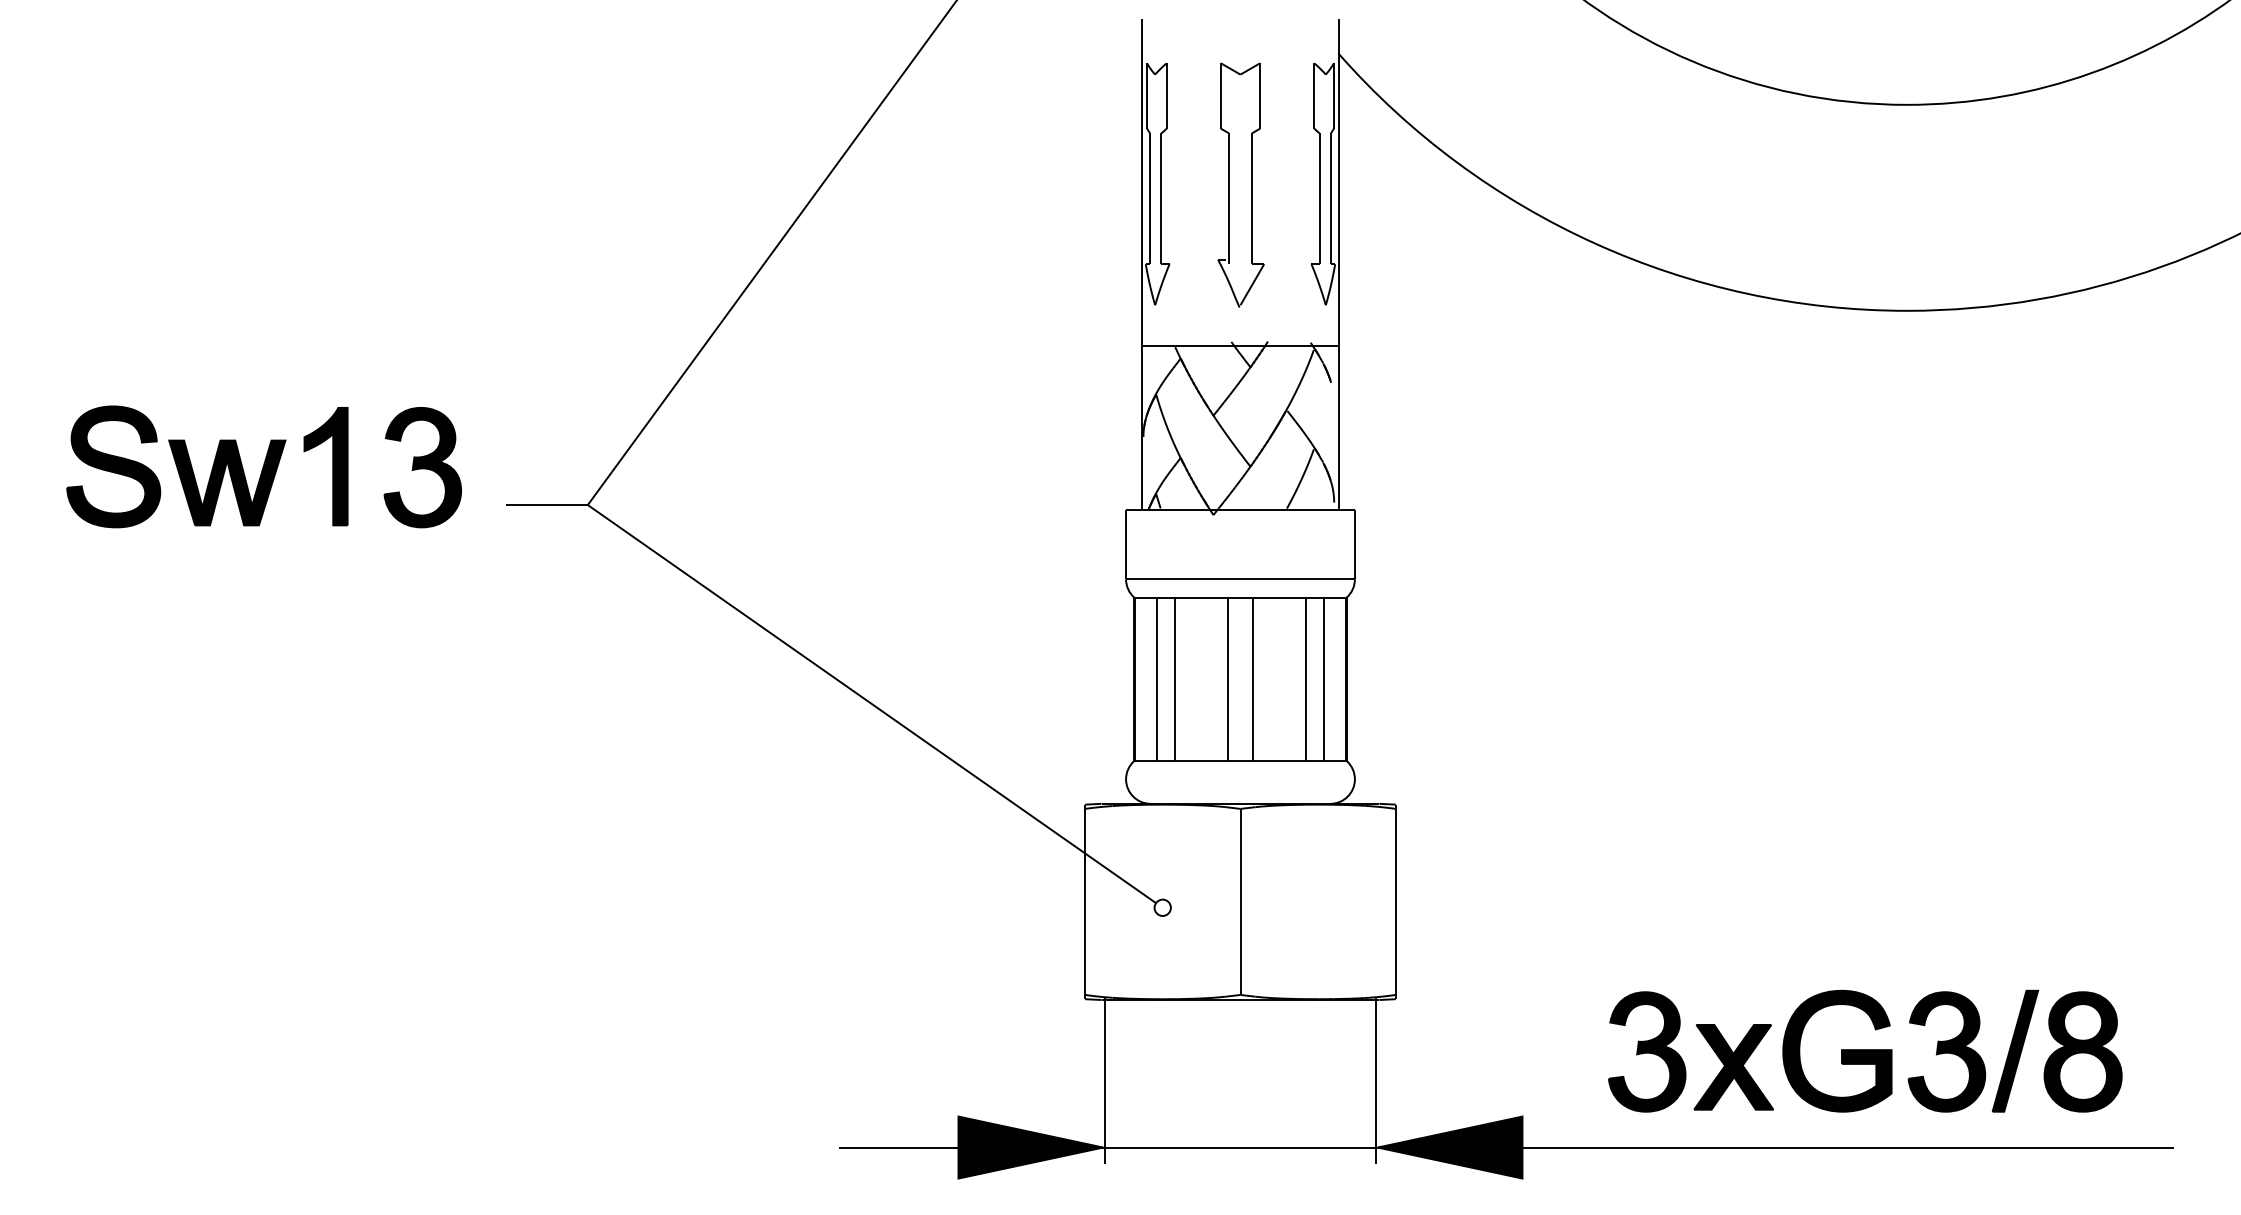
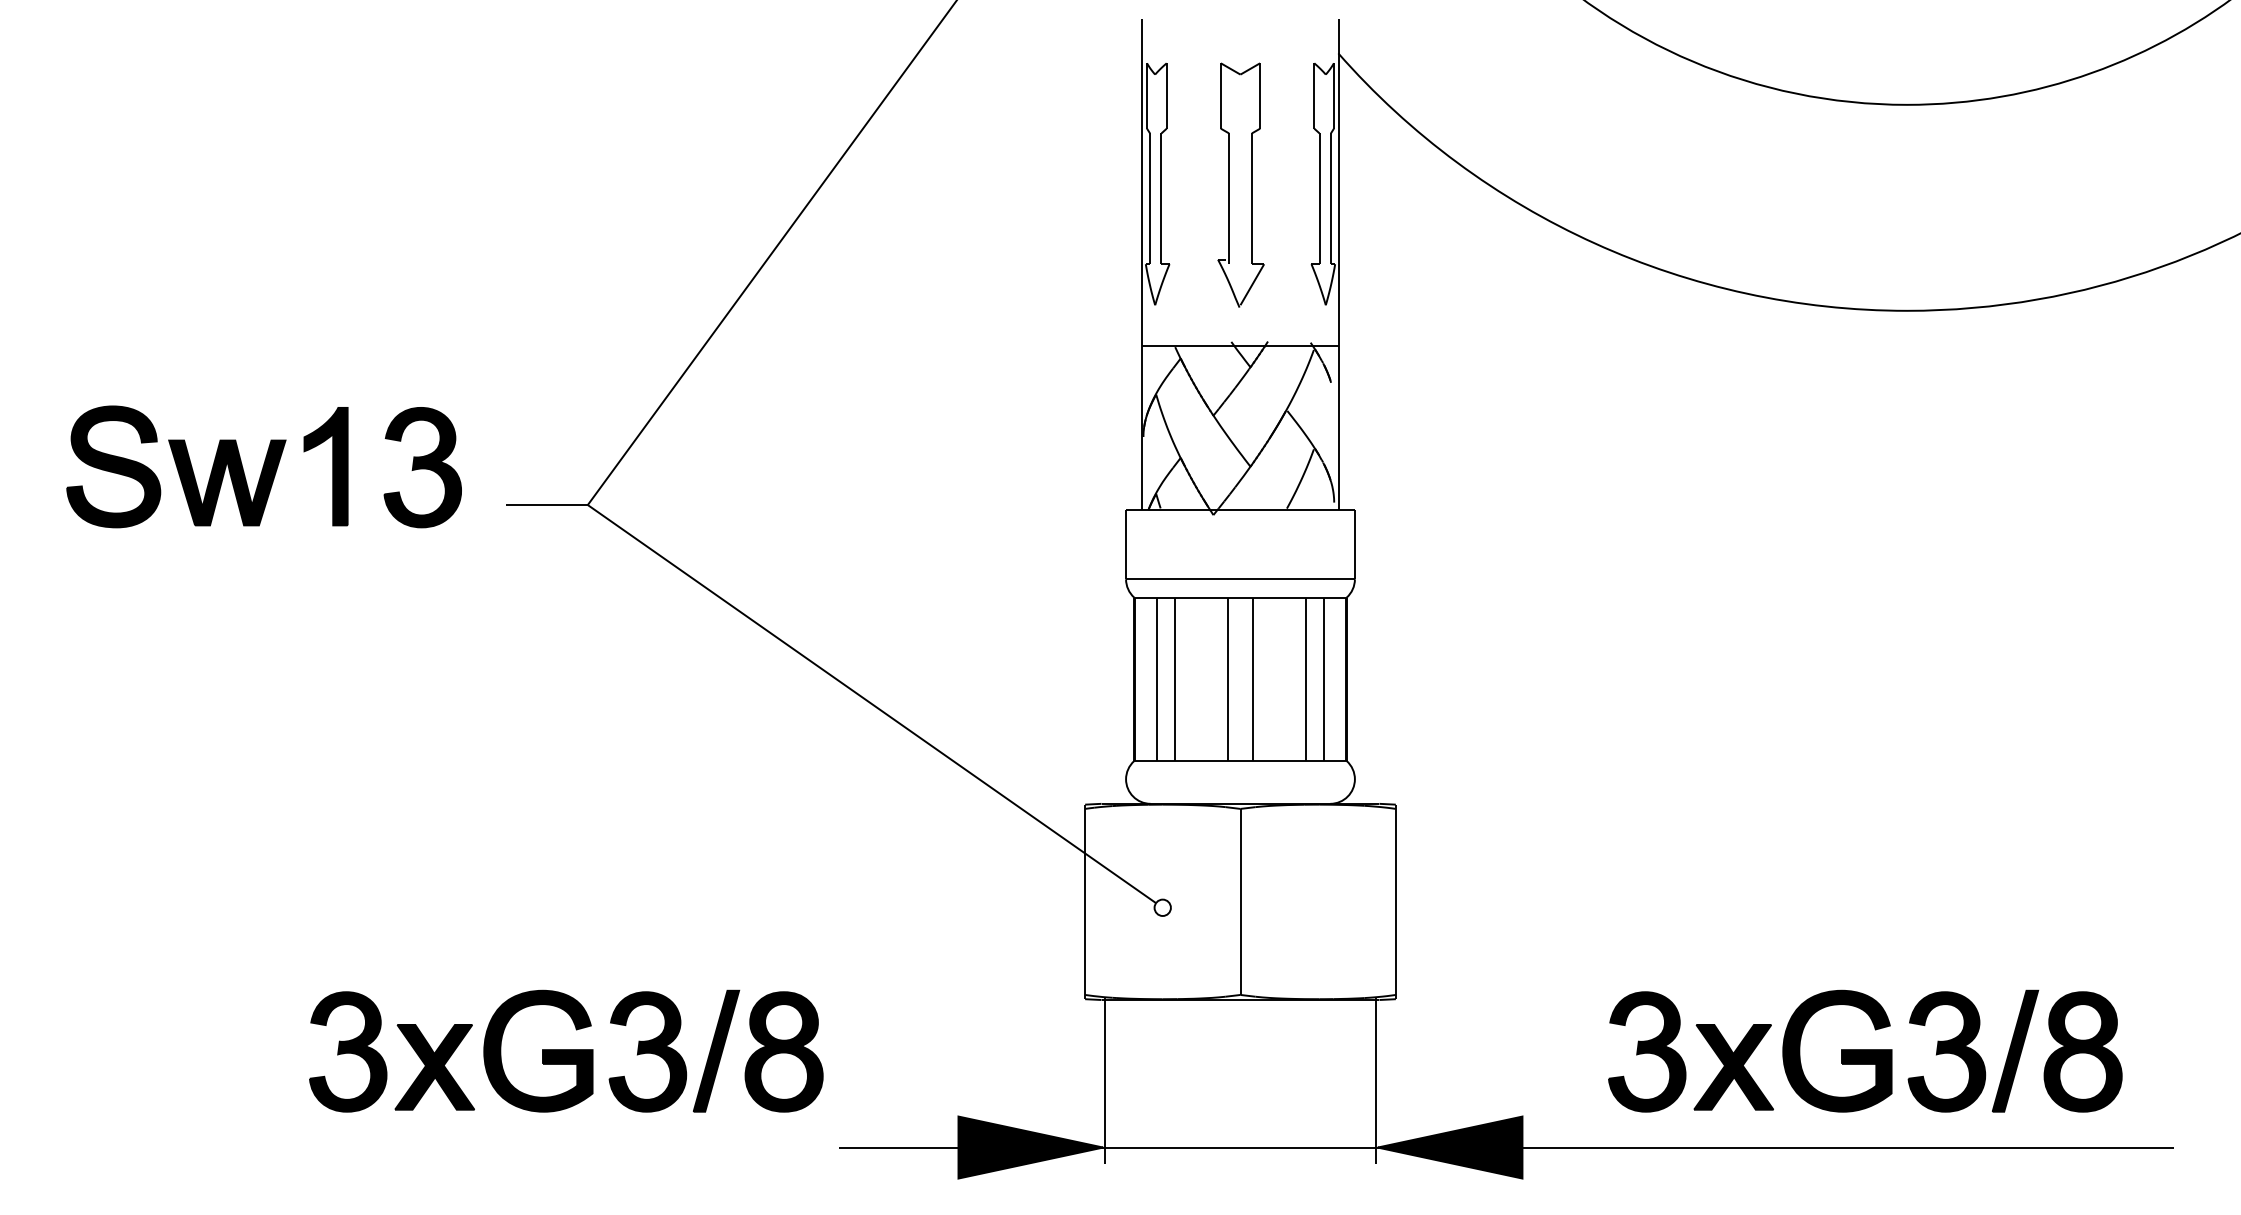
part at (566, 1050): none -> present
